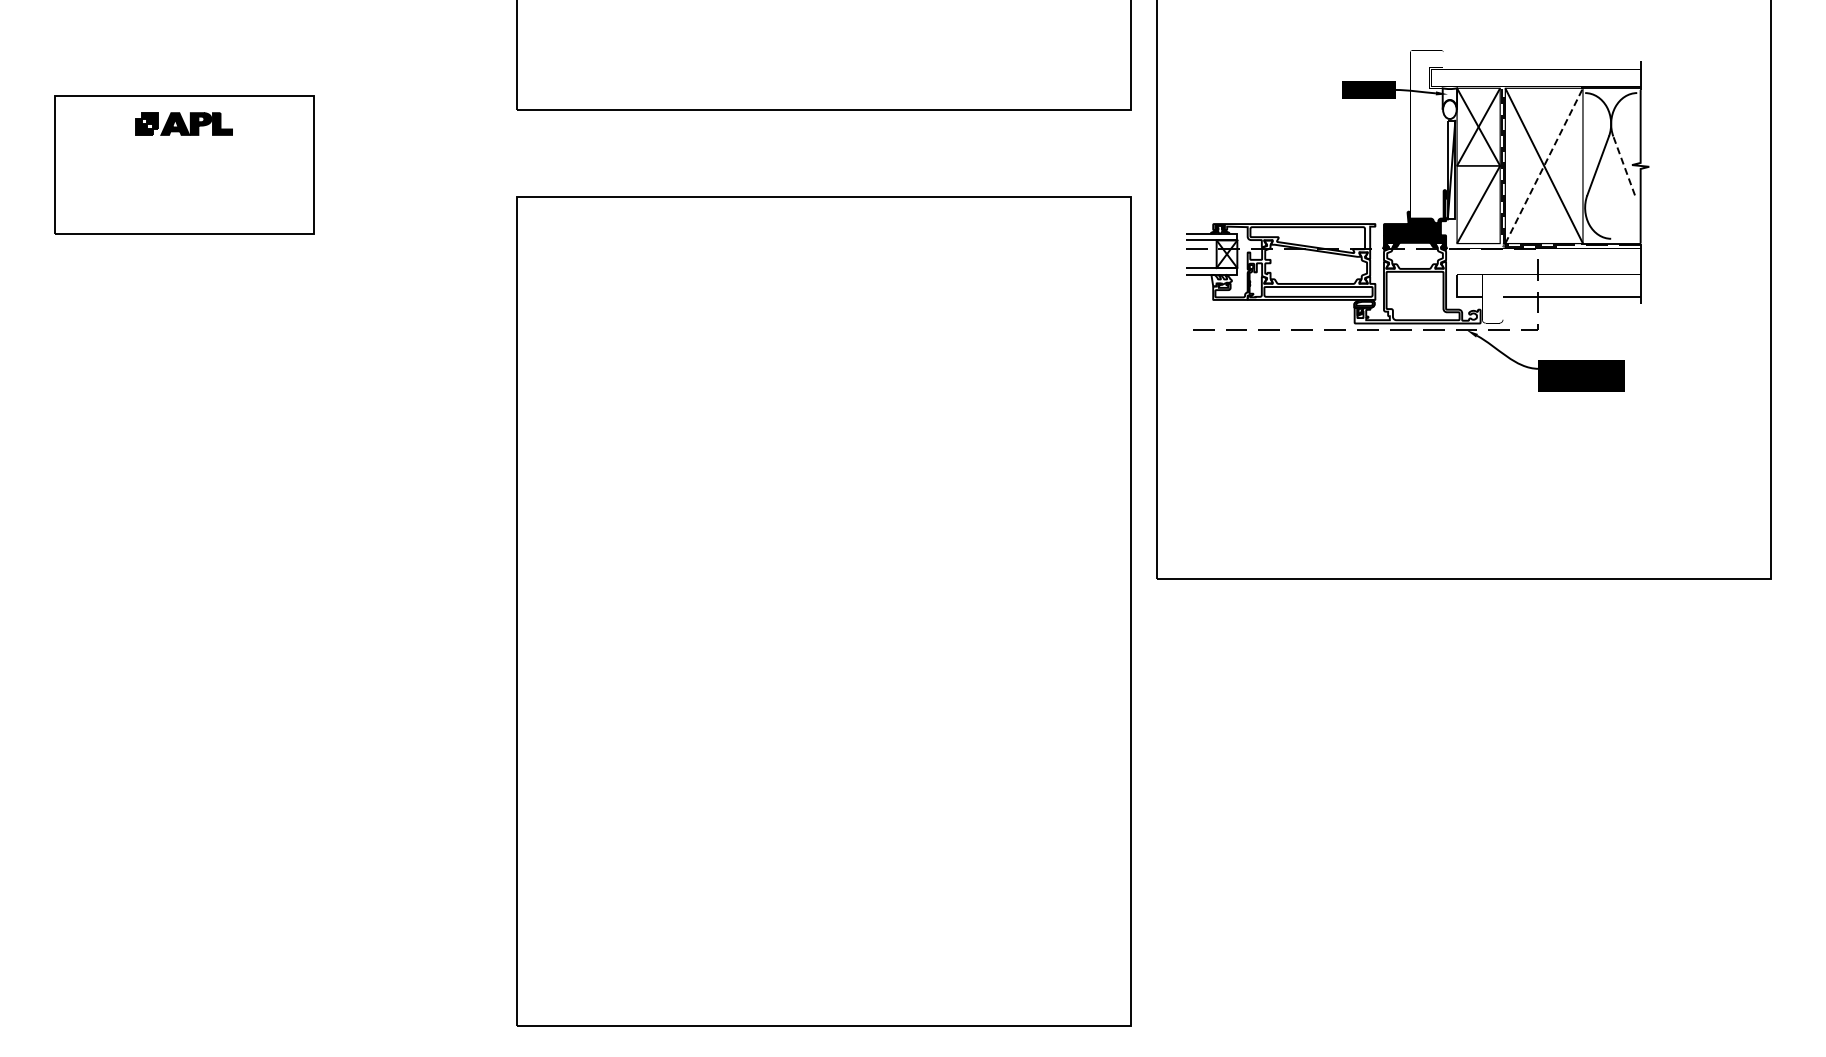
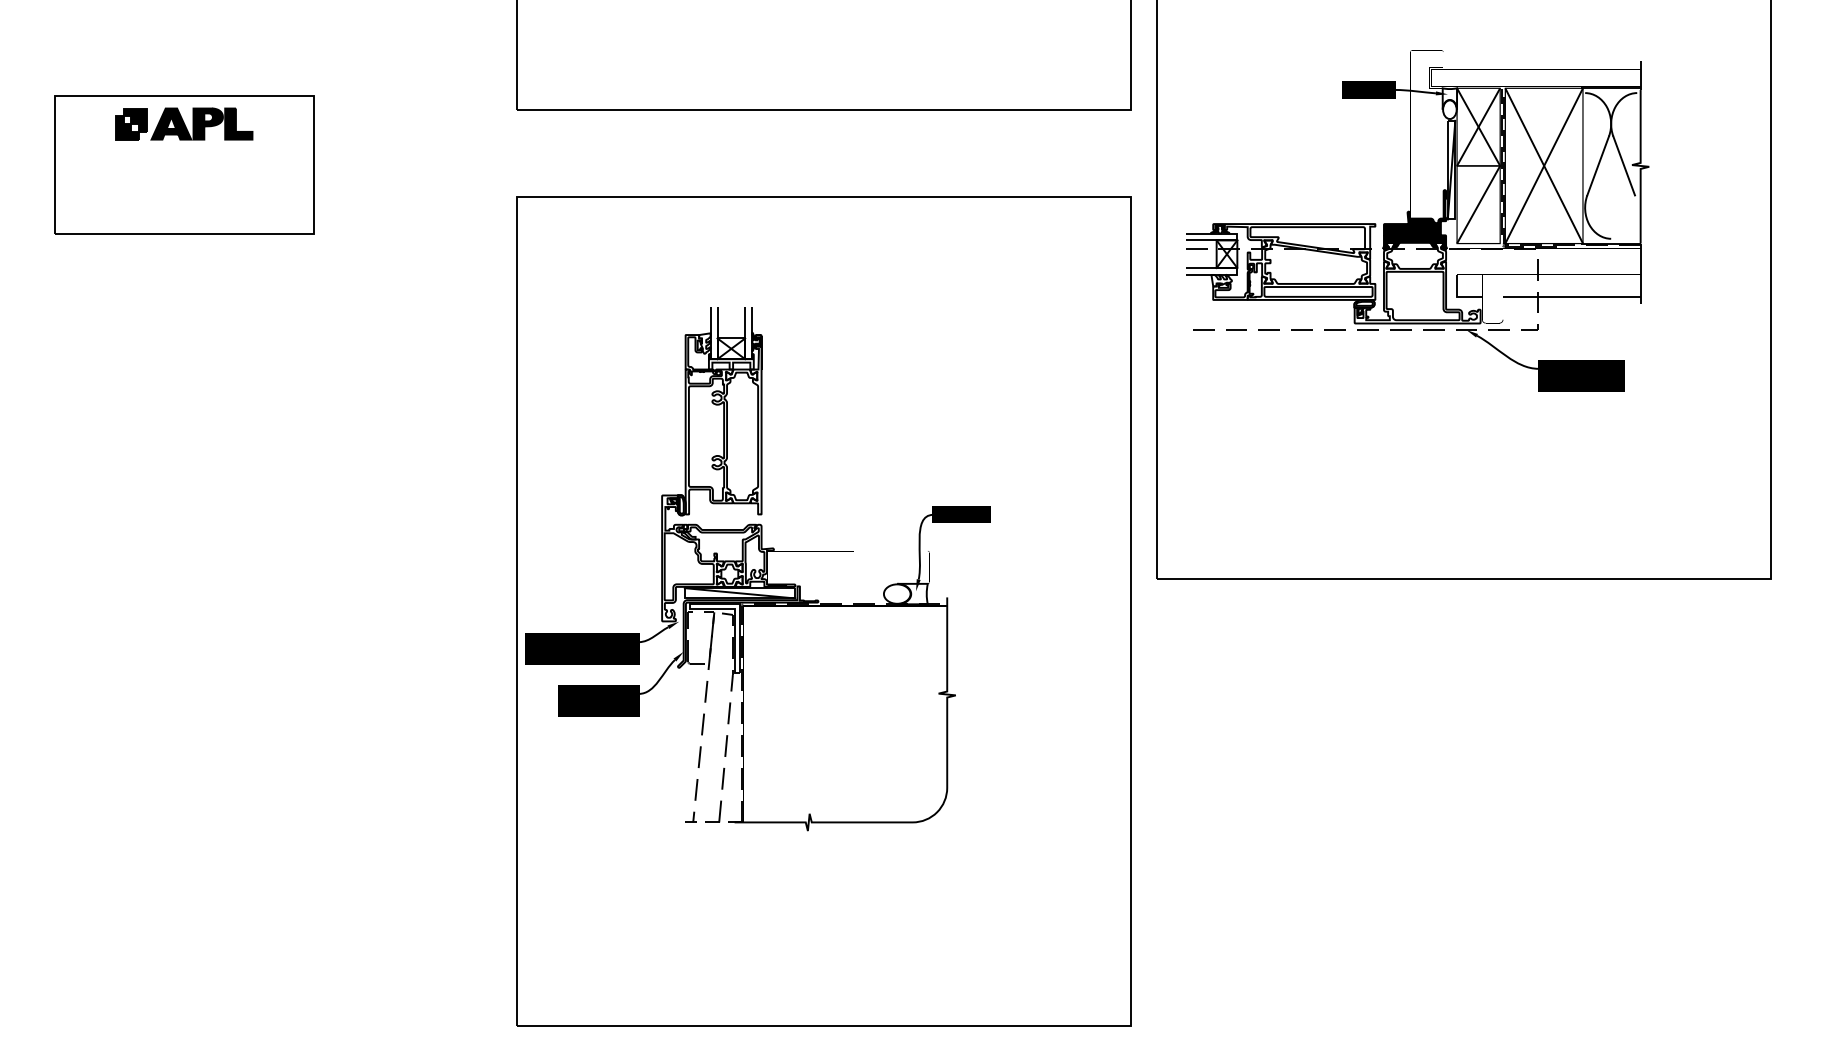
part at (183, 123) size: 98x24 px -> 139x34 px
line at (1544, 165): dashed -> solid
line at (1624, 165): dashed -> solid
part at (757, 569): none -> present
